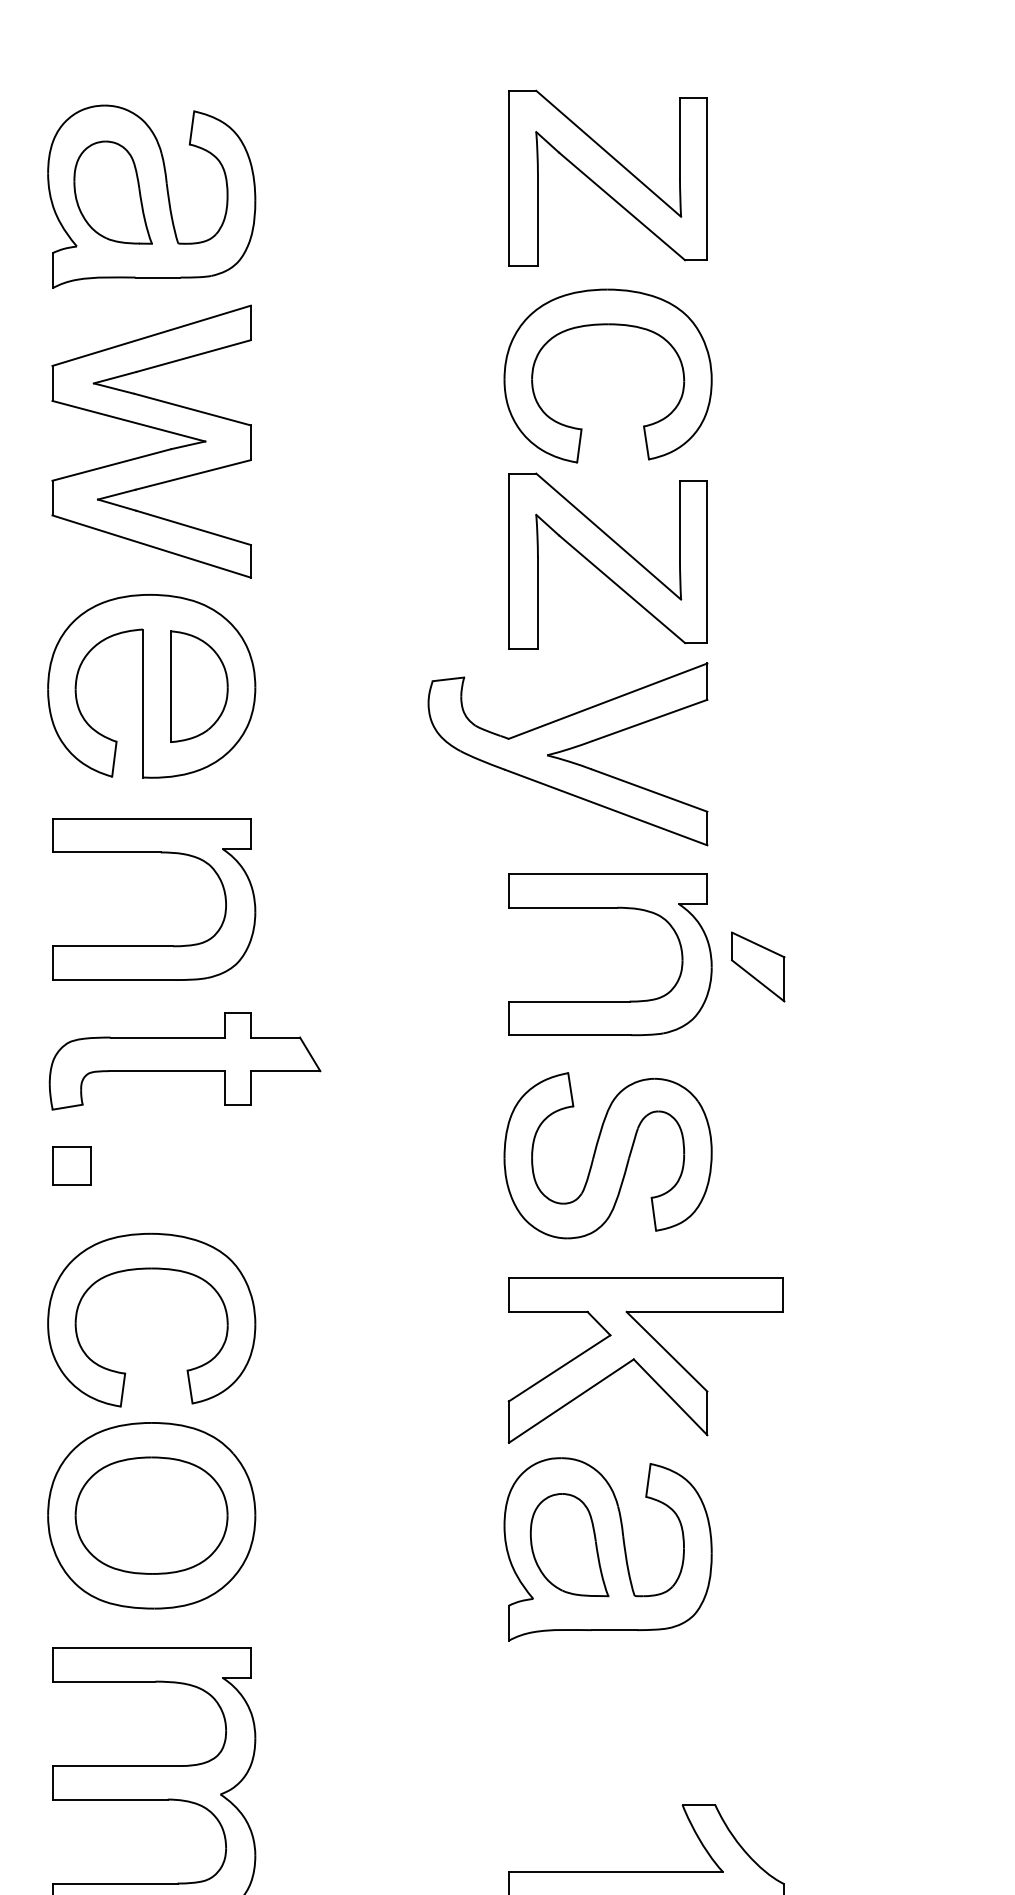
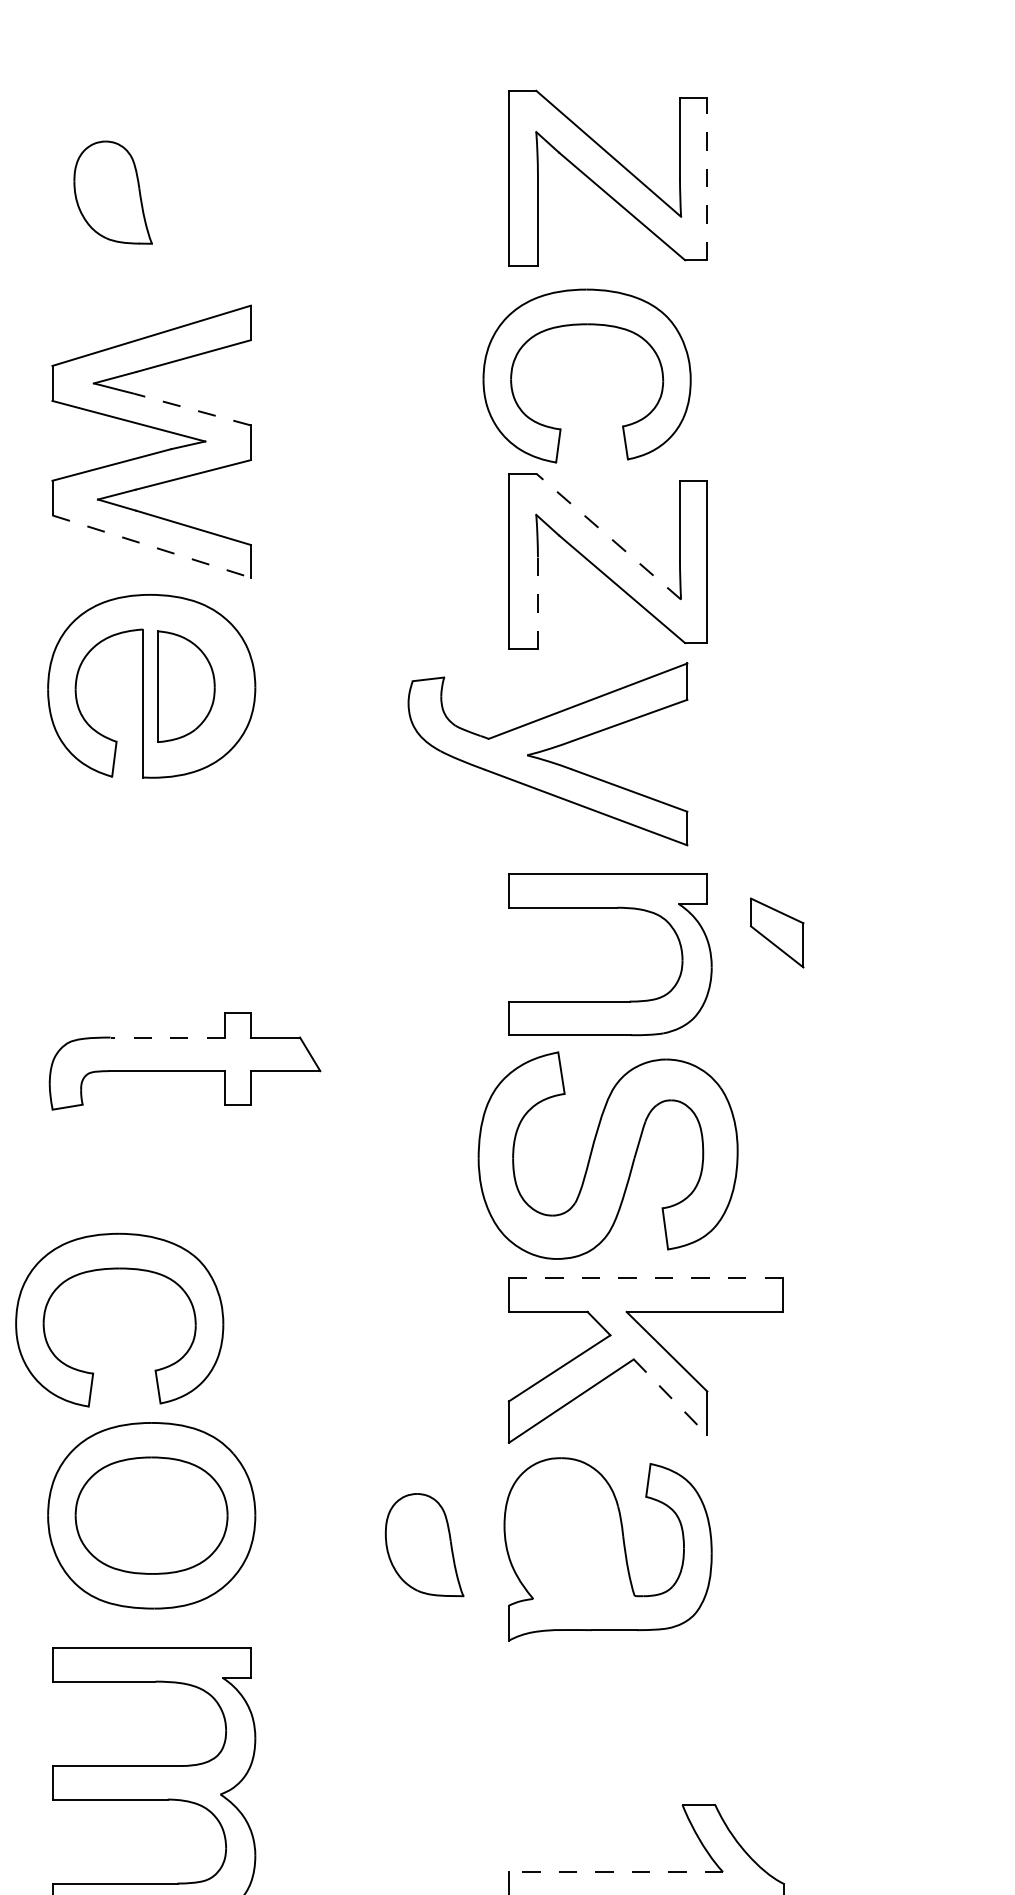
line at (707, 179): solid -> dashed
part at (151, 196): present -> none
part at (607, 325) position: (607, 325) -> (586, 325)
line at (192, 409): solid -> dashed
line at (608, 536): solid -> dashed
line at (151, 546): solid -> dashed
line at (537, 603): solid -> dashed
part at (199, 686) position: (199, 686) -> (186, 686)
part at (567, 754) position: (567, 754) -> (547, 754)
part at (154, 945): present -> none
part at (758, 966) position: (758, 966) -> (777, 932)
line at (167, 1037): solid -> dashed
part at (607, 1155) size: 210x168 px -> 262x209 px
part at (71, 1165): present -> none
part at (151, 1269) position: (151, 1269) -> (119, 1269)
line at (645, 1278): solid -> dashed
line at (670, 1397): solid -> dashed
part at (569, 1545) position: (569, 1545) -> (424, 1545)
line at (615, 1872): solid -> dashed
